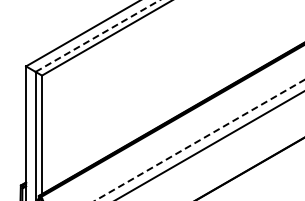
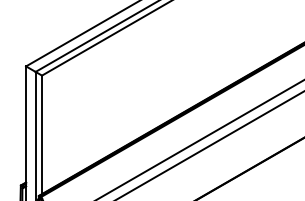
line at (97, 35): dashed -> solid
line at (199, 140): dashed -> solid
